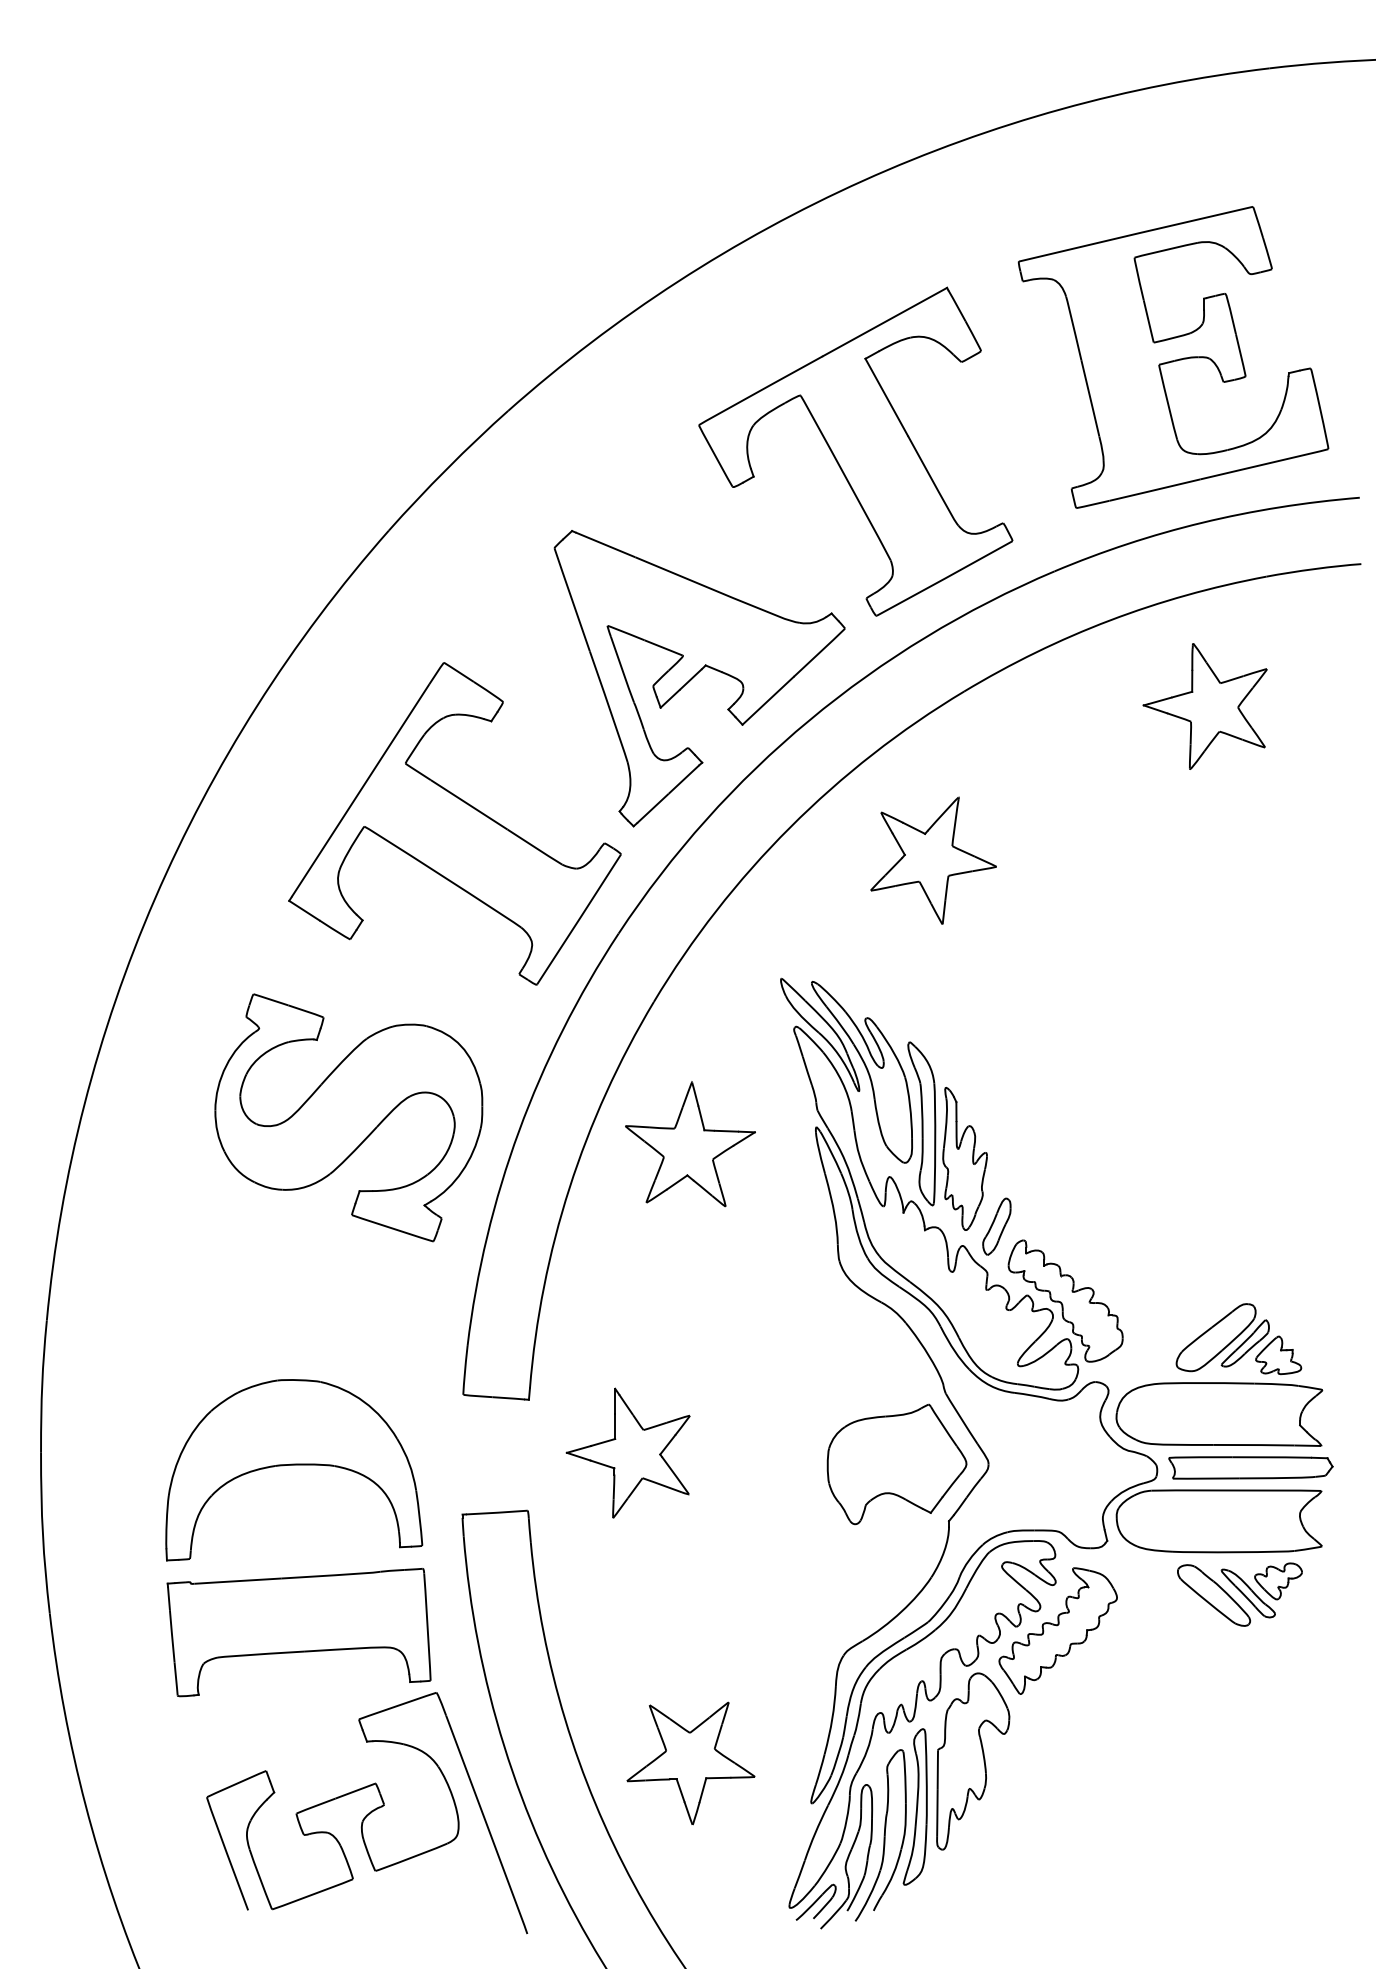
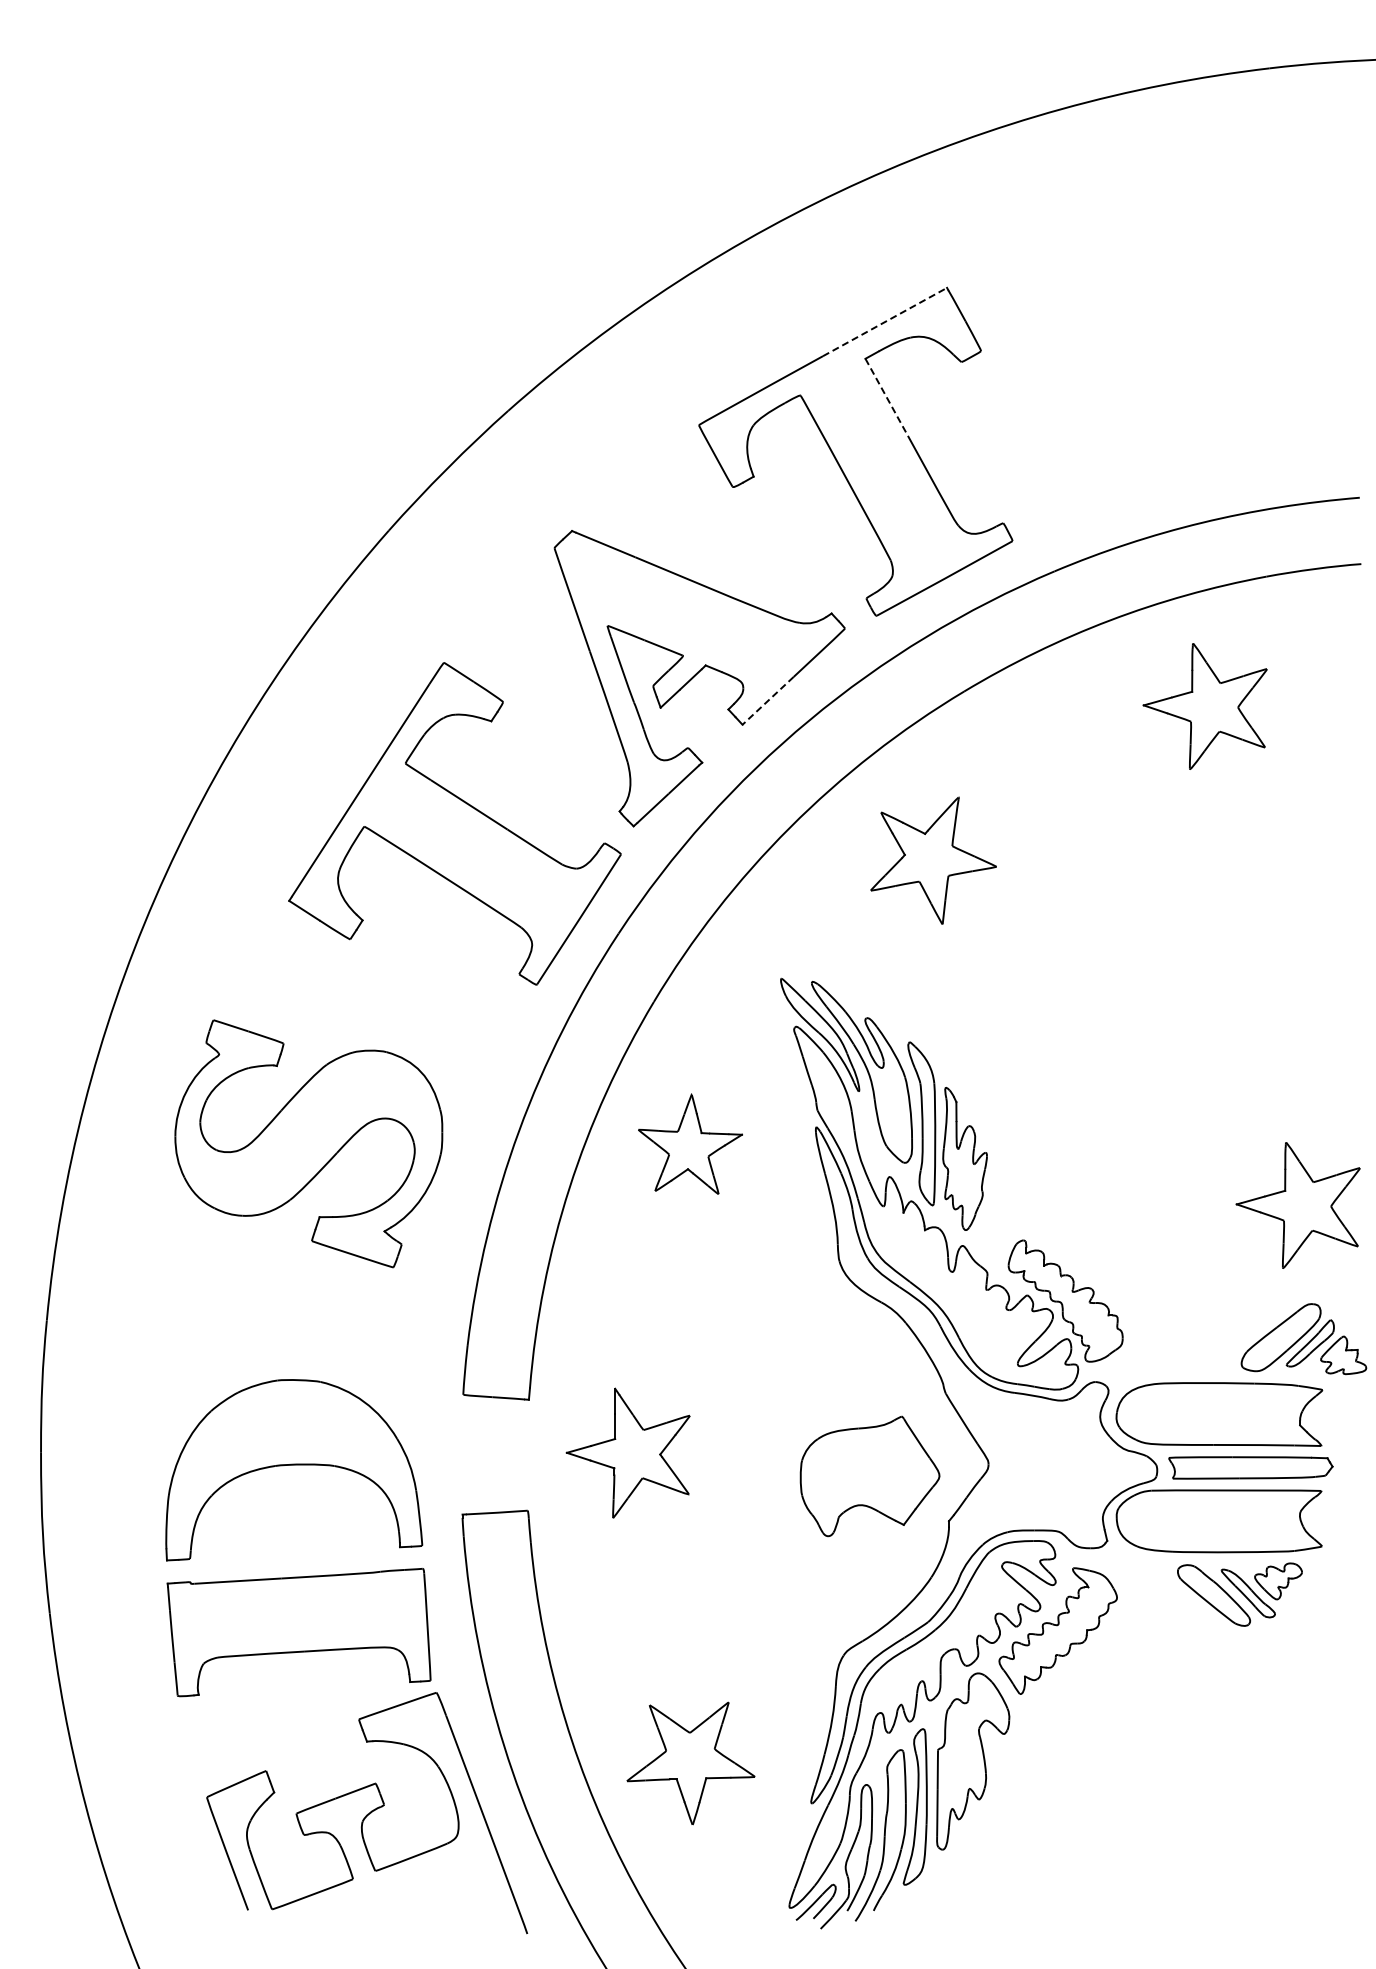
line at (885, 322): solid -> dashed
part at (1173, 357): present -> none
line at (886, 397): solid -> dashed
line at (768, 700): solid -> dashed
part at (348, 1117) position: (348, 1117) -> (308, 1143)
part at (690, 1144) size: 131x127 px -> 105x102 px
part at (1297, 1205): none -> present
part at (996, 1226): present -> none
part at (1238, 1339) position: (1238, 1339) -> (1303, 1339)
part at (896, 1464) position: (896, 1464) -> (869, 1476)
